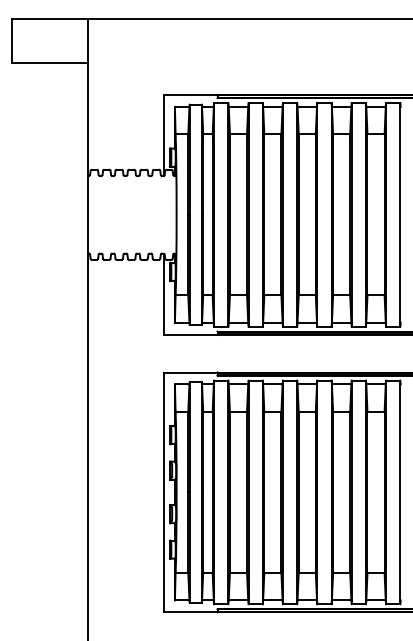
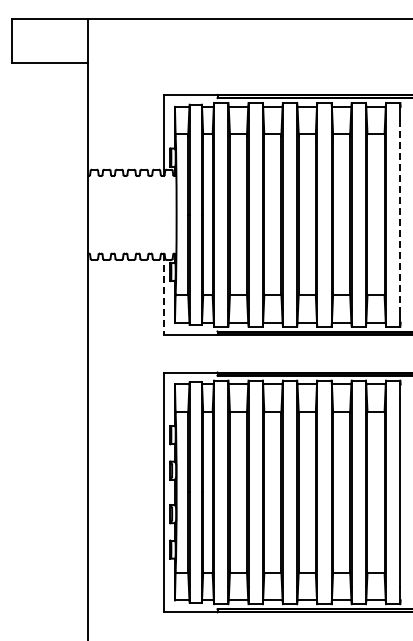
line at (400, 214): solid -> dashed
line at (163, 294): solid -> dashed
